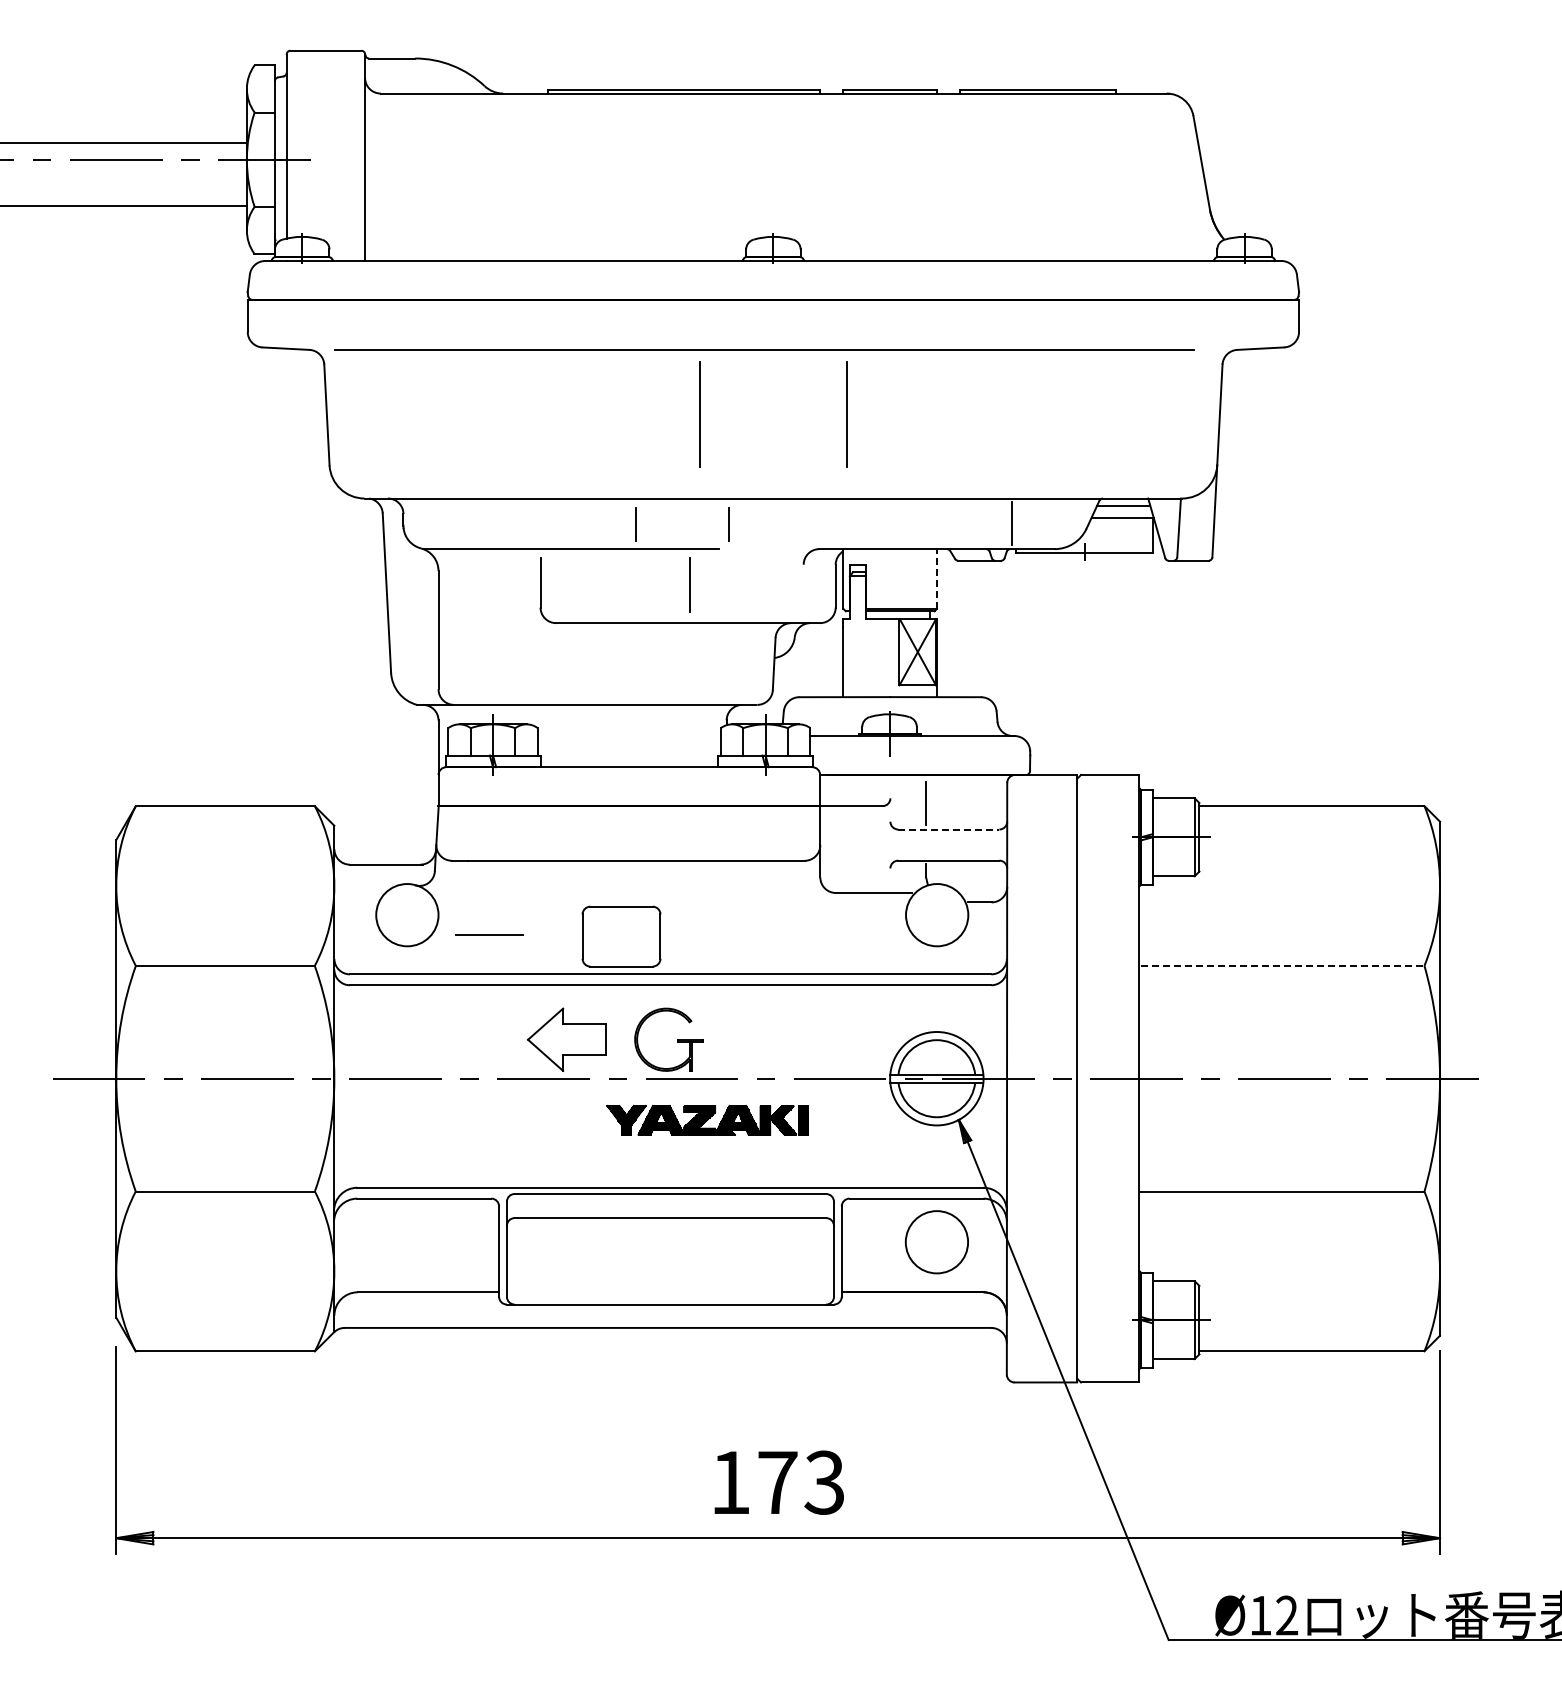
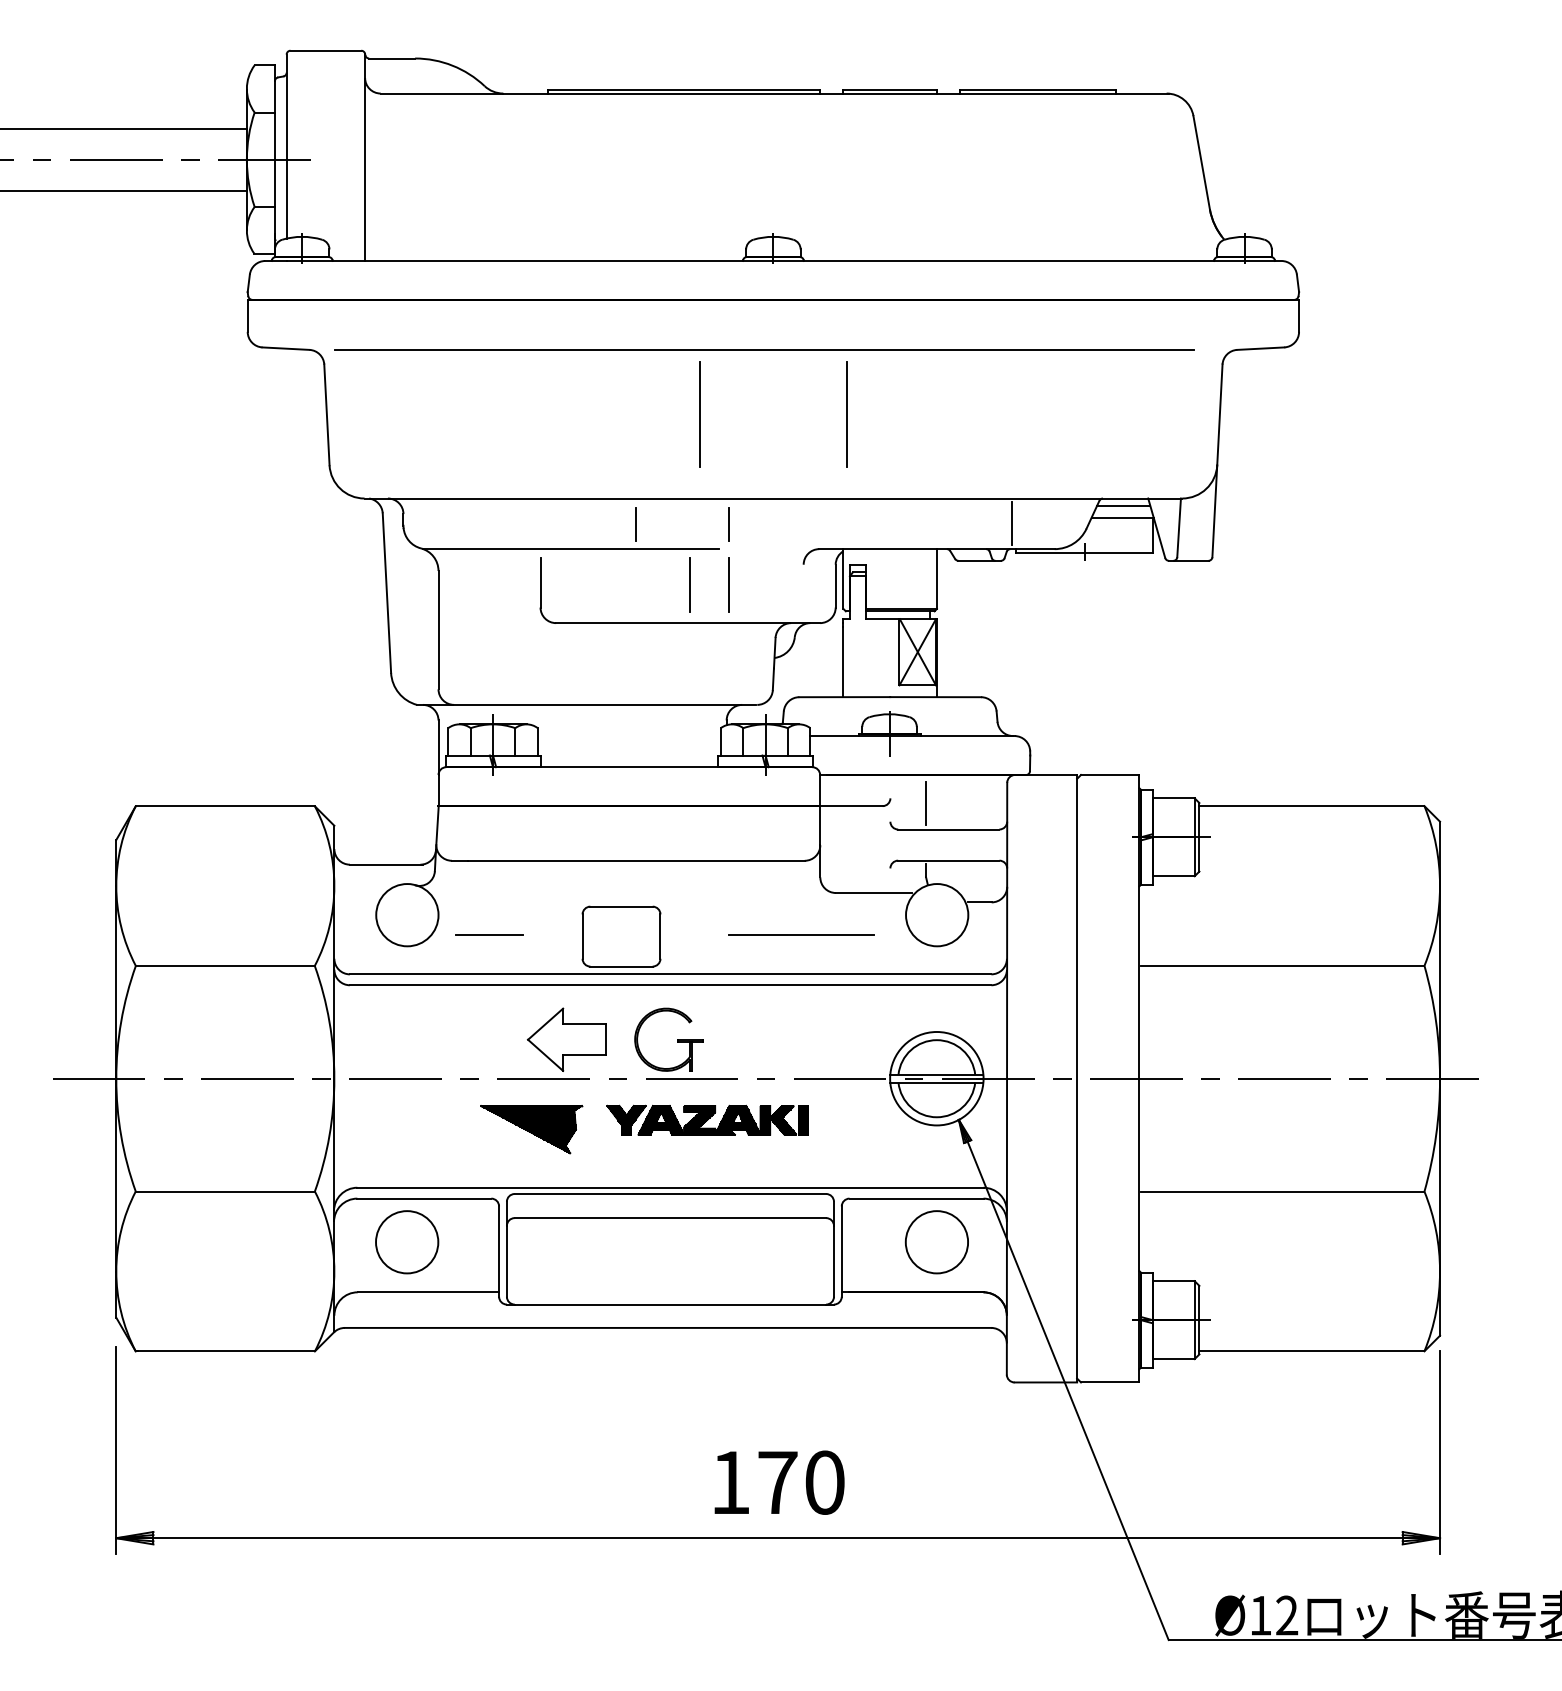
line at (124, 142) position: (124, 142) -> (124, 128)
line at (124, 205) position: (124, 205) -> (124, 190)
line at (936, 579): dashed -> solid
line at (729, 584): none -> present
line at (948, 829): dashed -> solid
line at (801, 935): none -> present
line at (1282, 965): dashed -> solid
part at (531, 1129): none -> present
circle at (407, 1242): none -> present
text at (824, 1482): 173 -> 170
